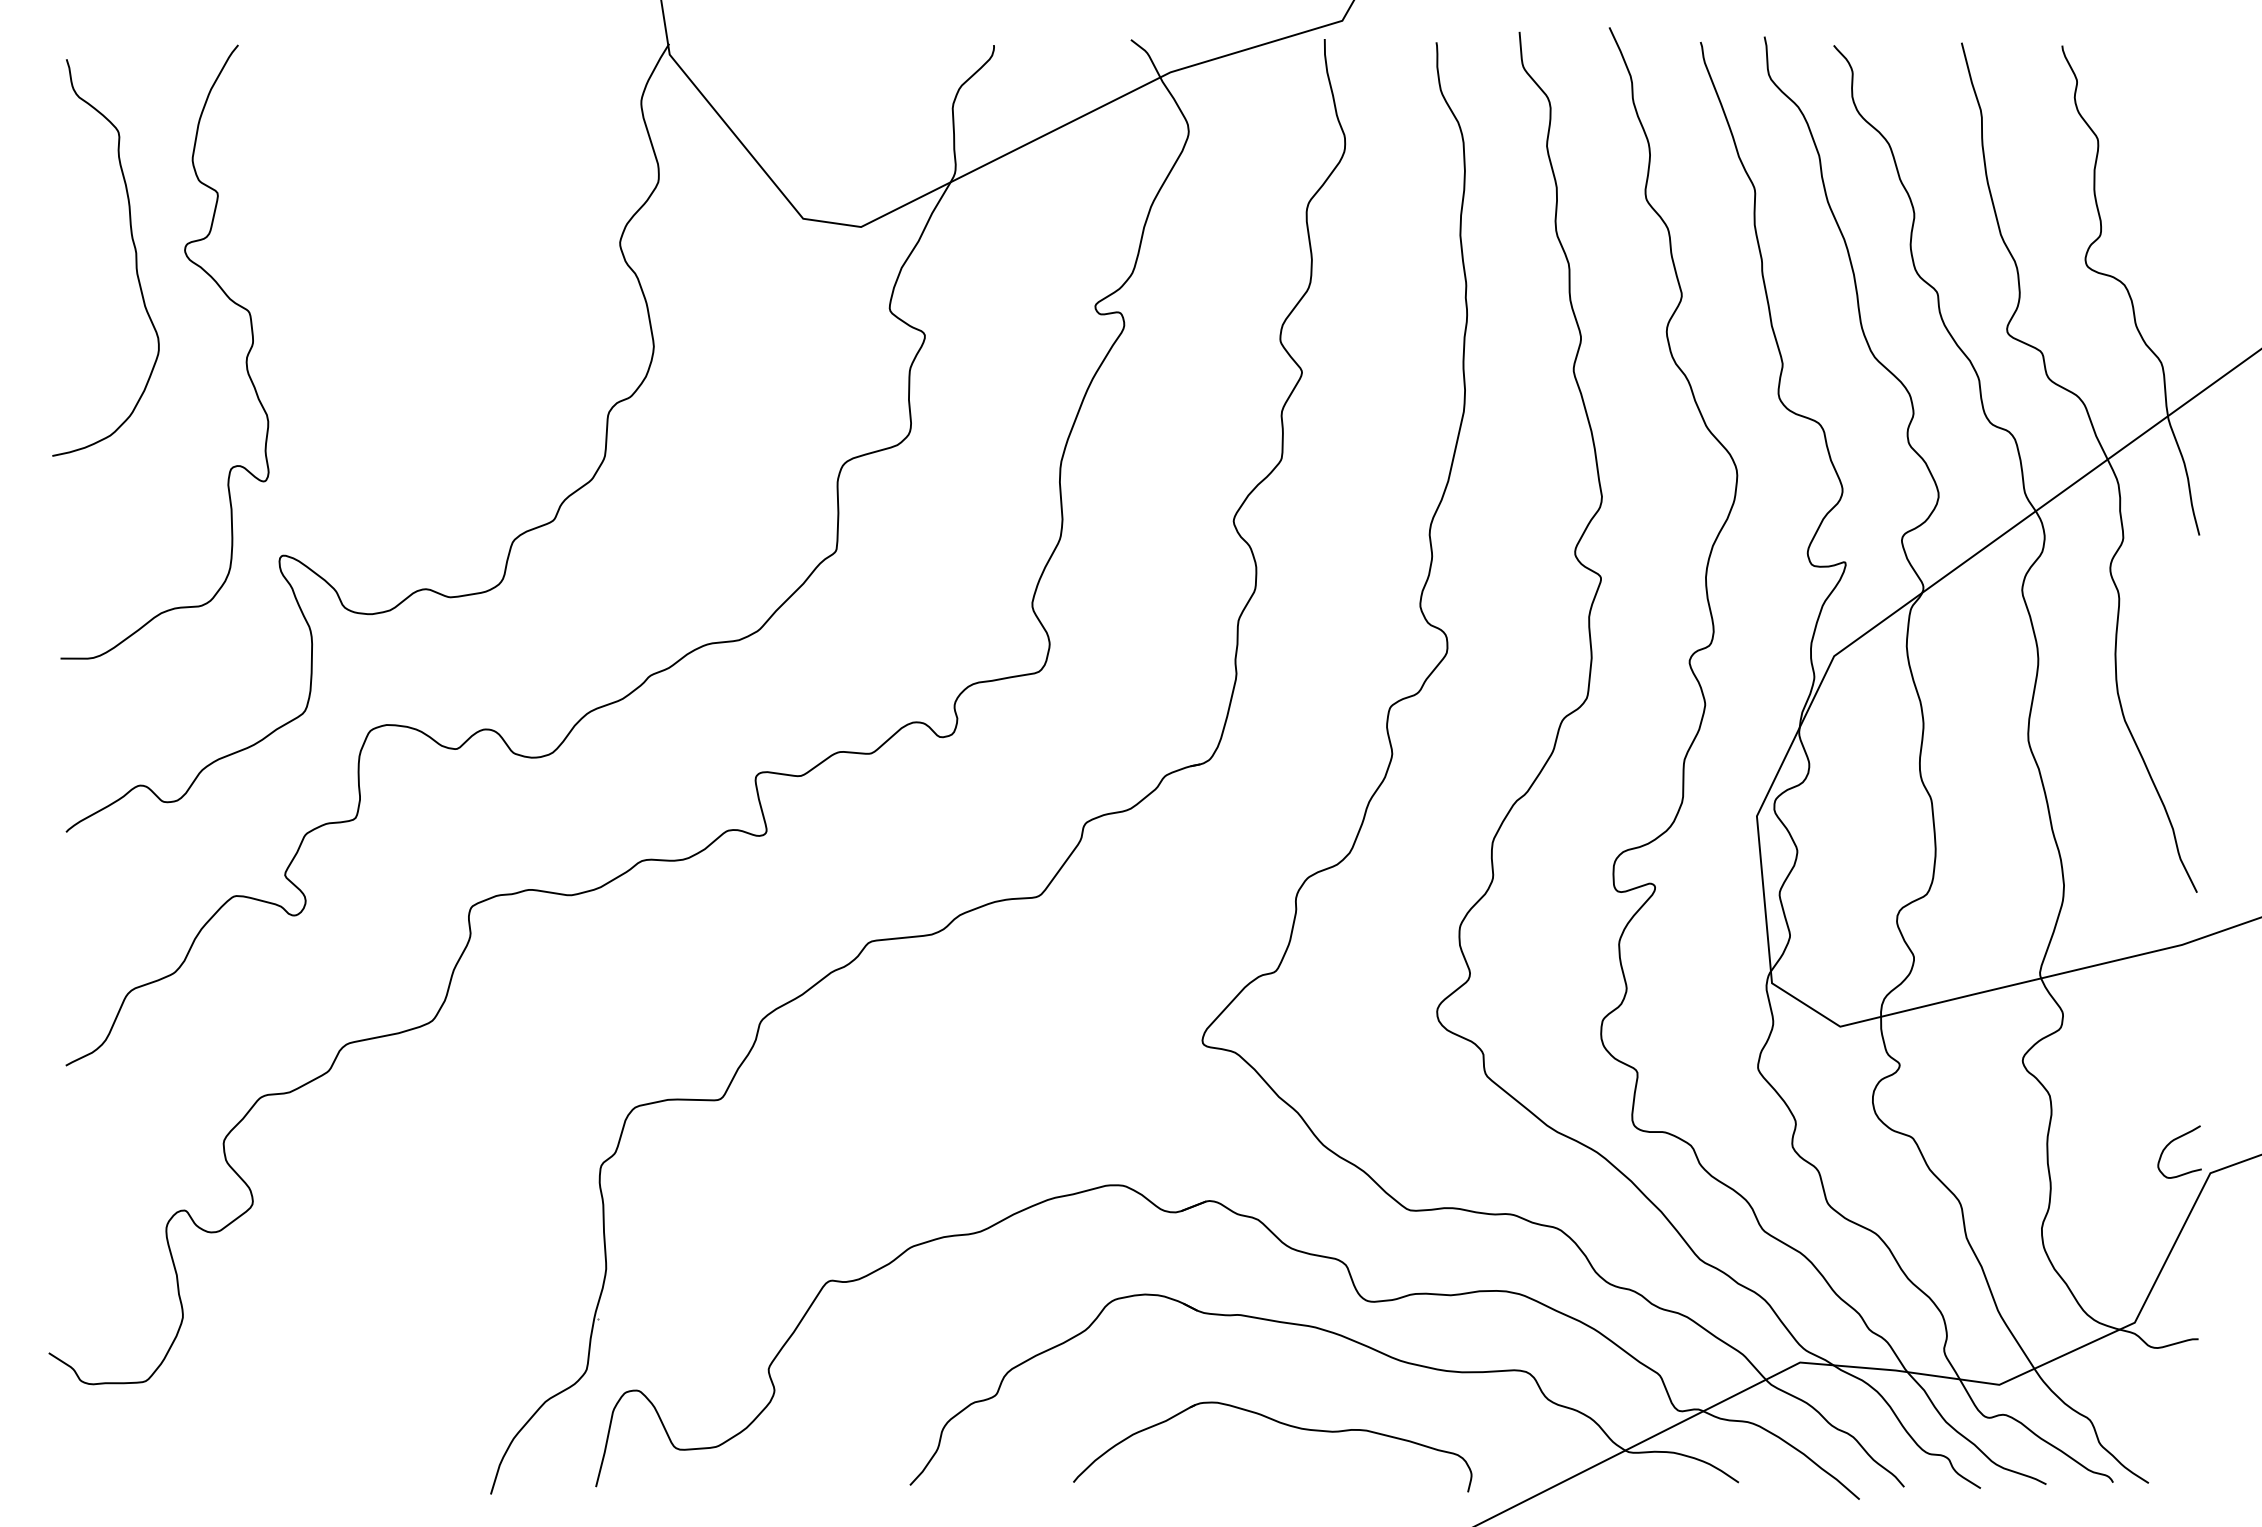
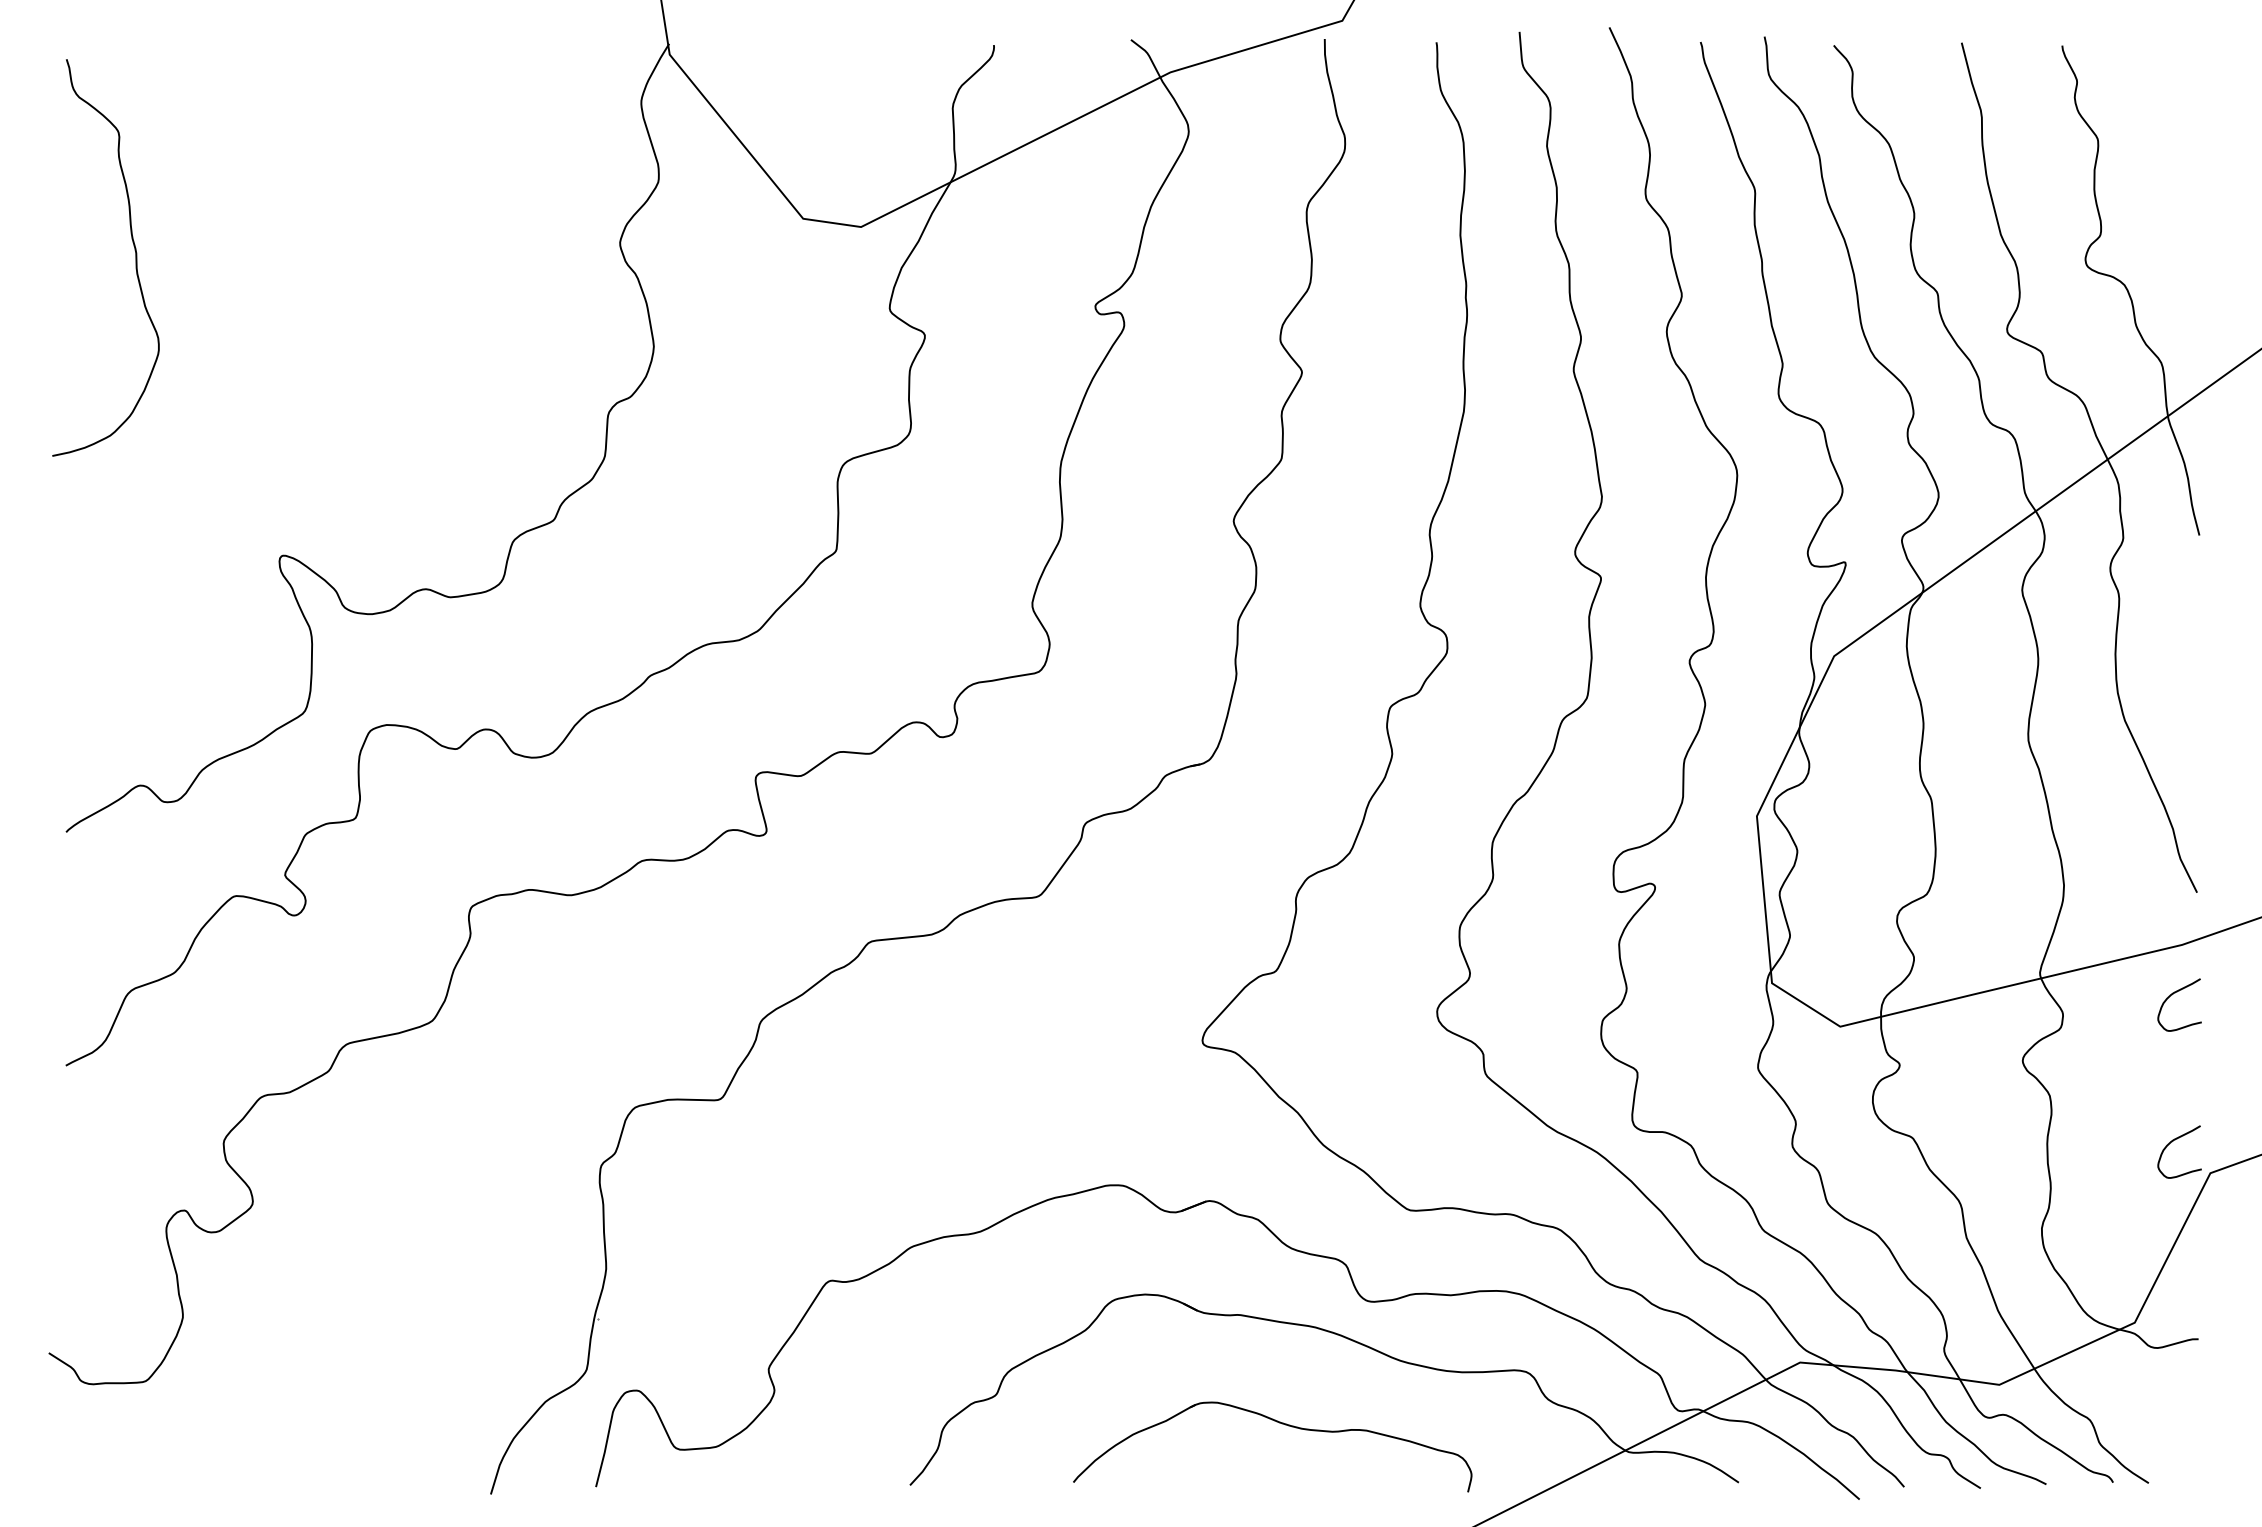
curve at (245, 360): present -> none
curve at (2172, 995): none -> present
